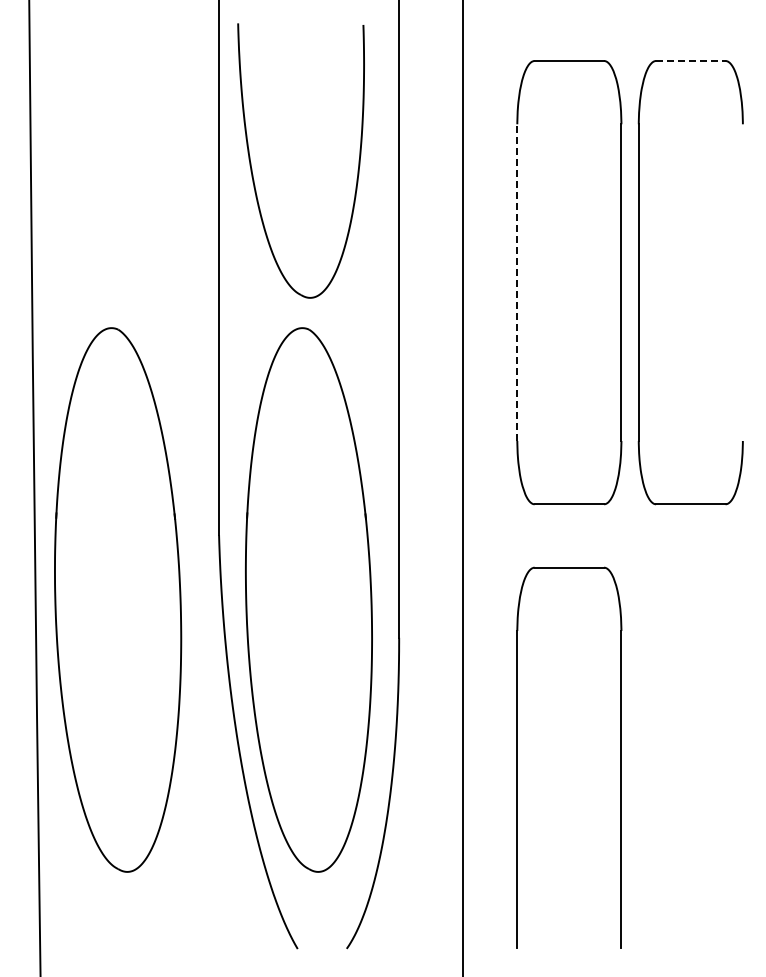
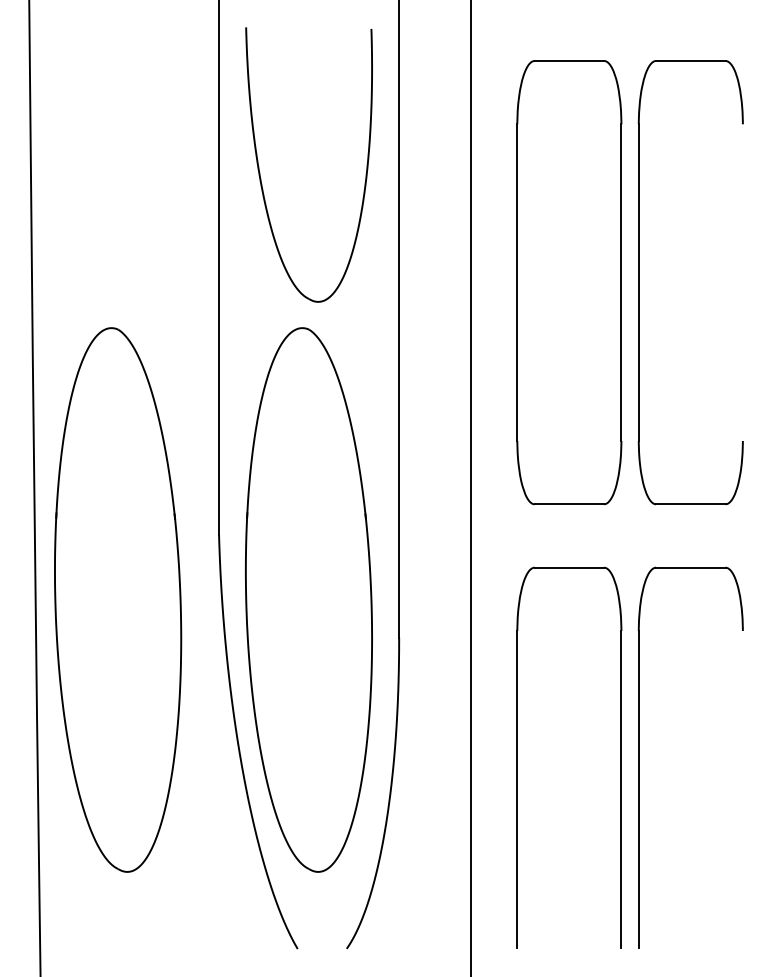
line at (690, 60): dashed -> solid
part at (252, 168) position: (252, 168) -> (260, 172)
line at (517, 282): dashed -> solid
line at (463, 487) position: (463, 487) -> (471, 487)
part at (639, 757): none -> present
